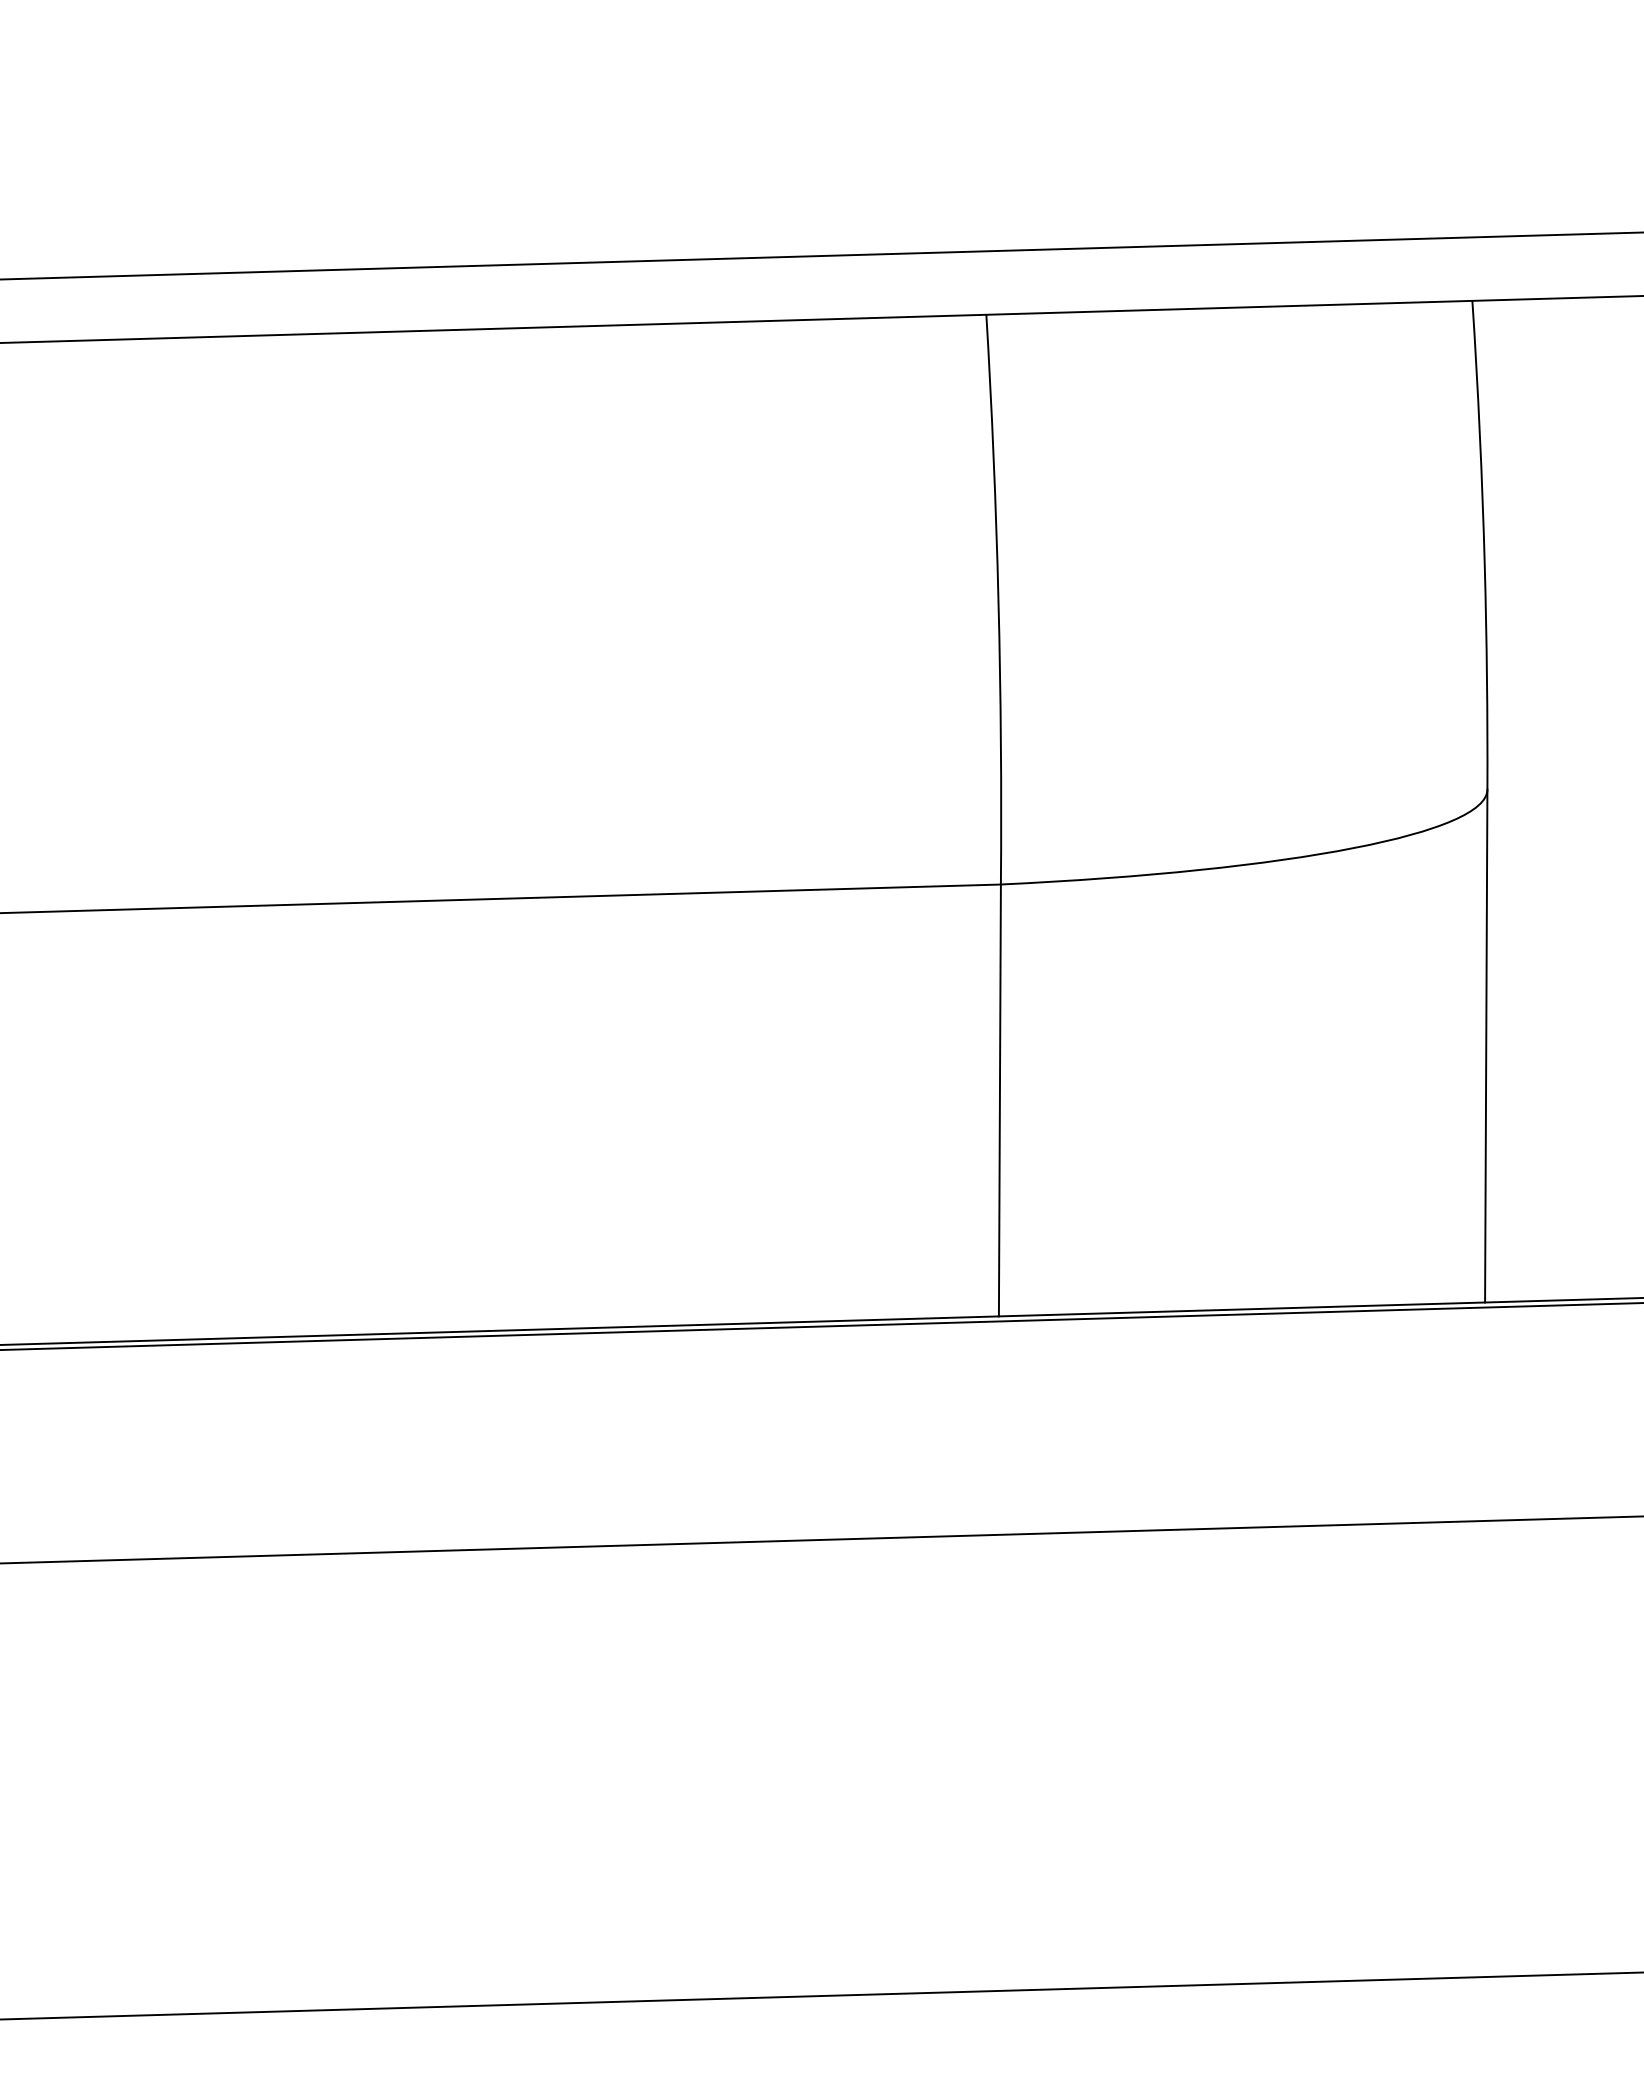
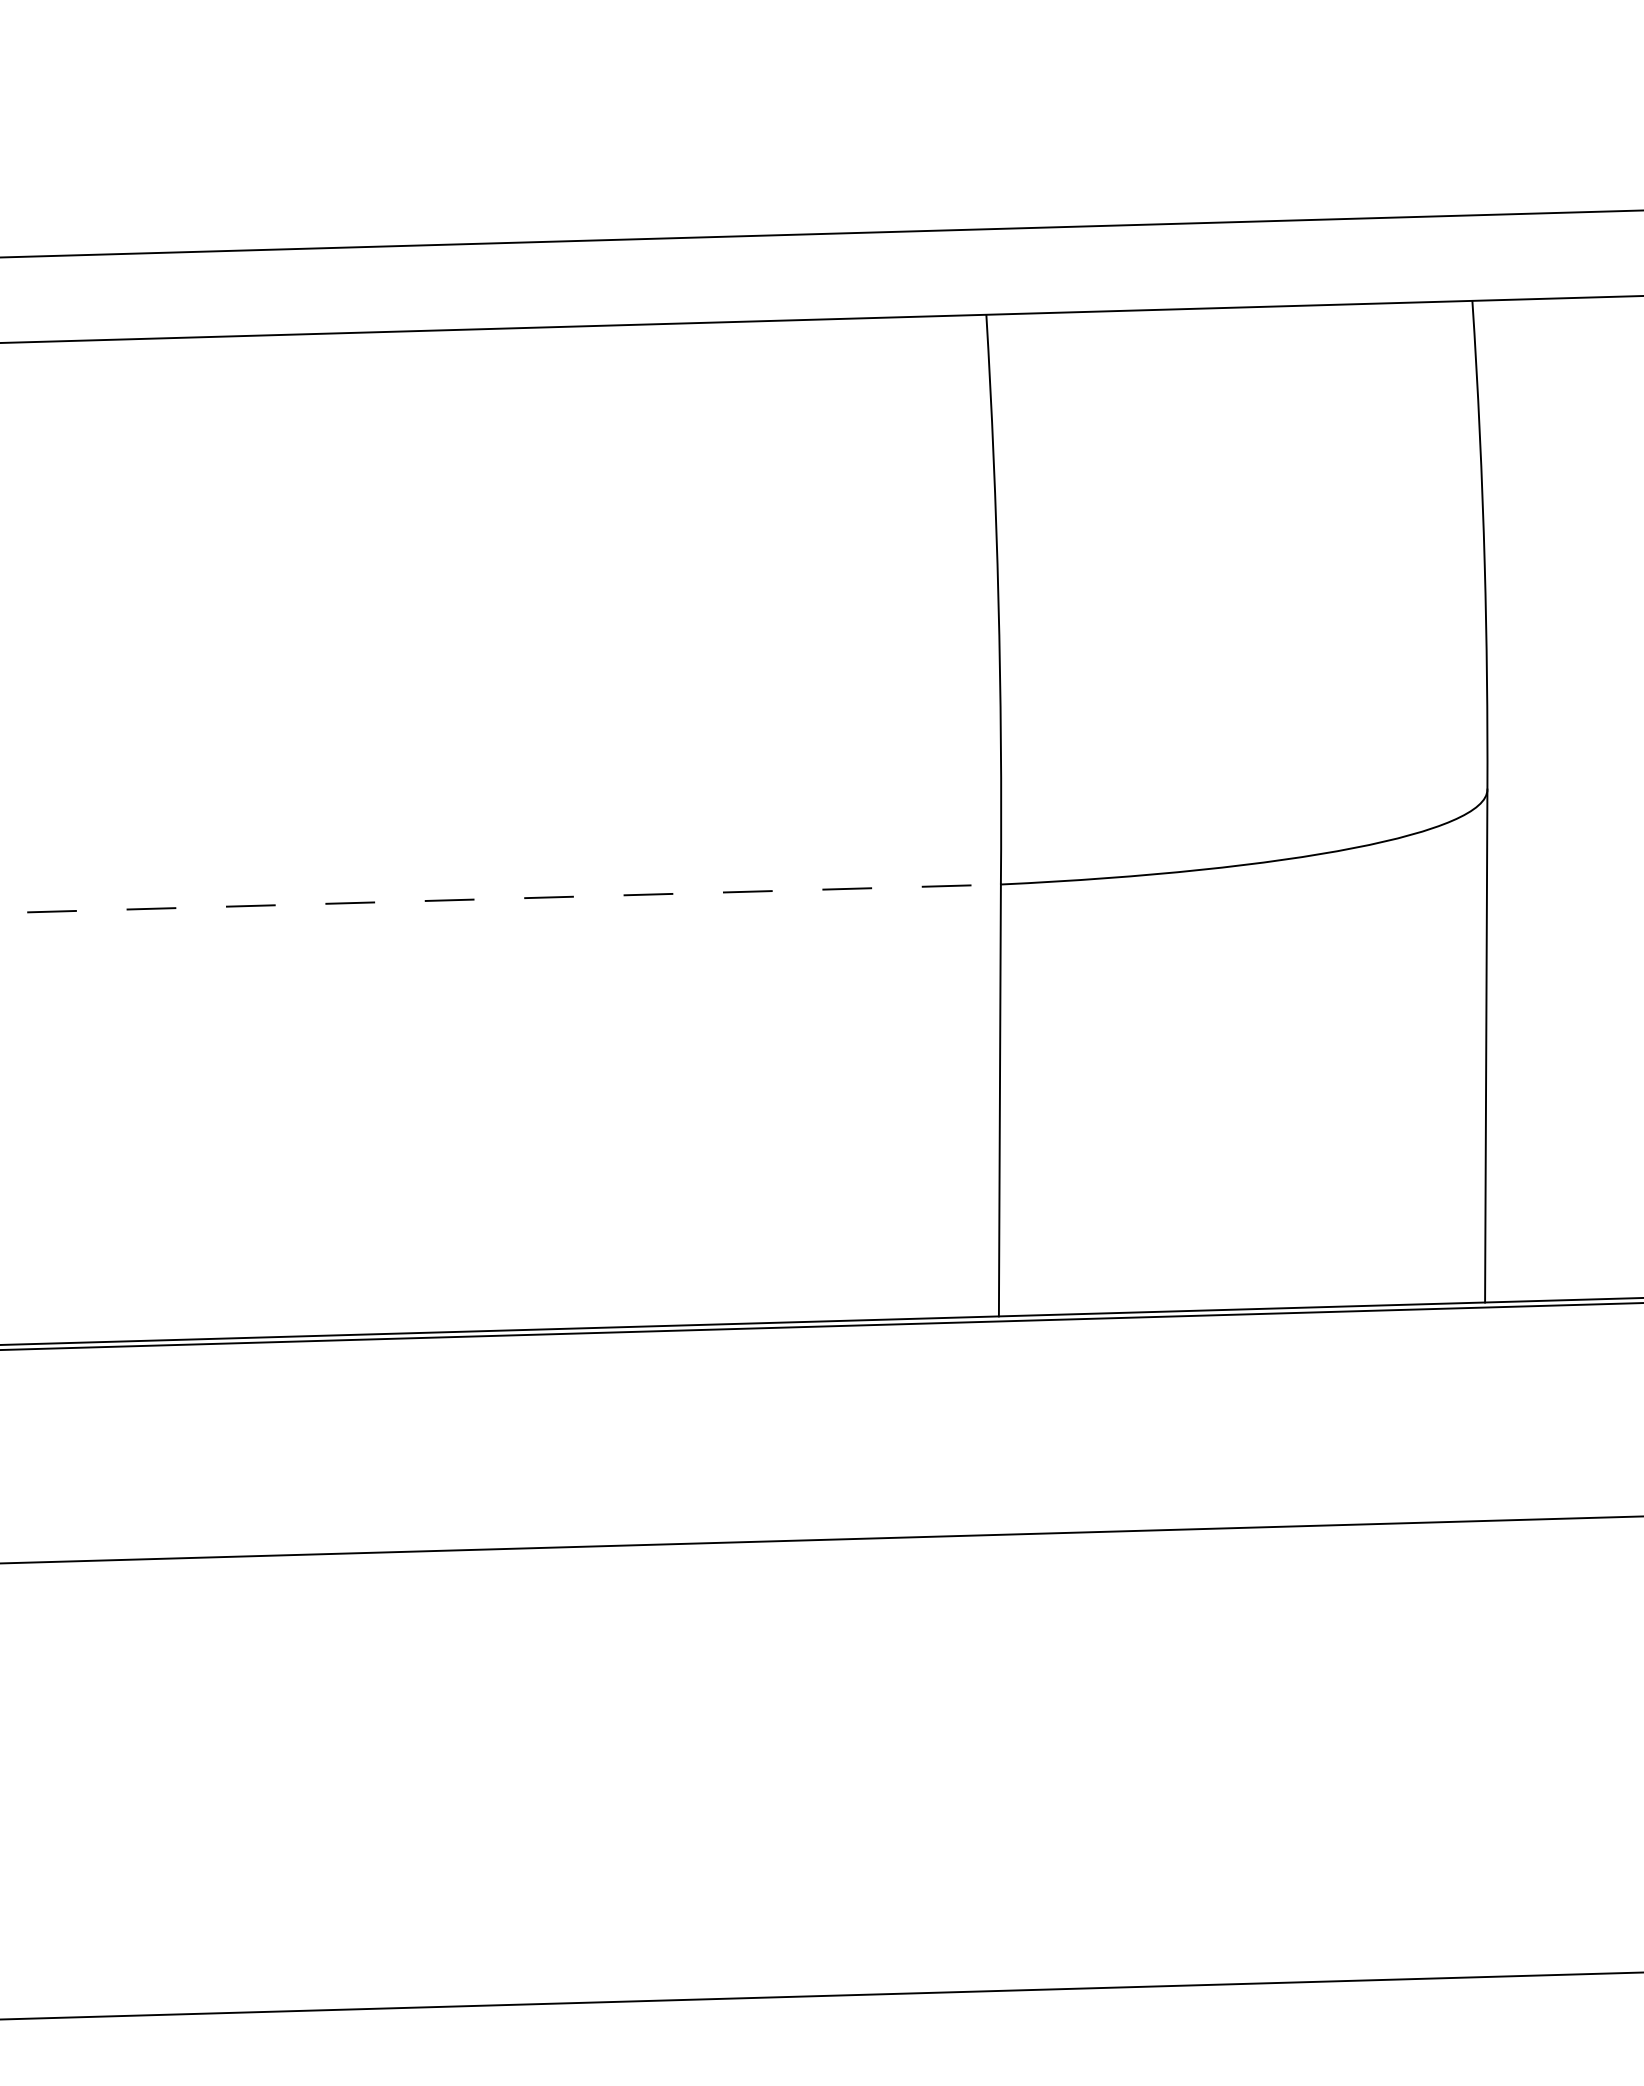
line at (821, 255) position: (821, 255) -> (821, 233)
line at (501, 898): solid -> dashed
